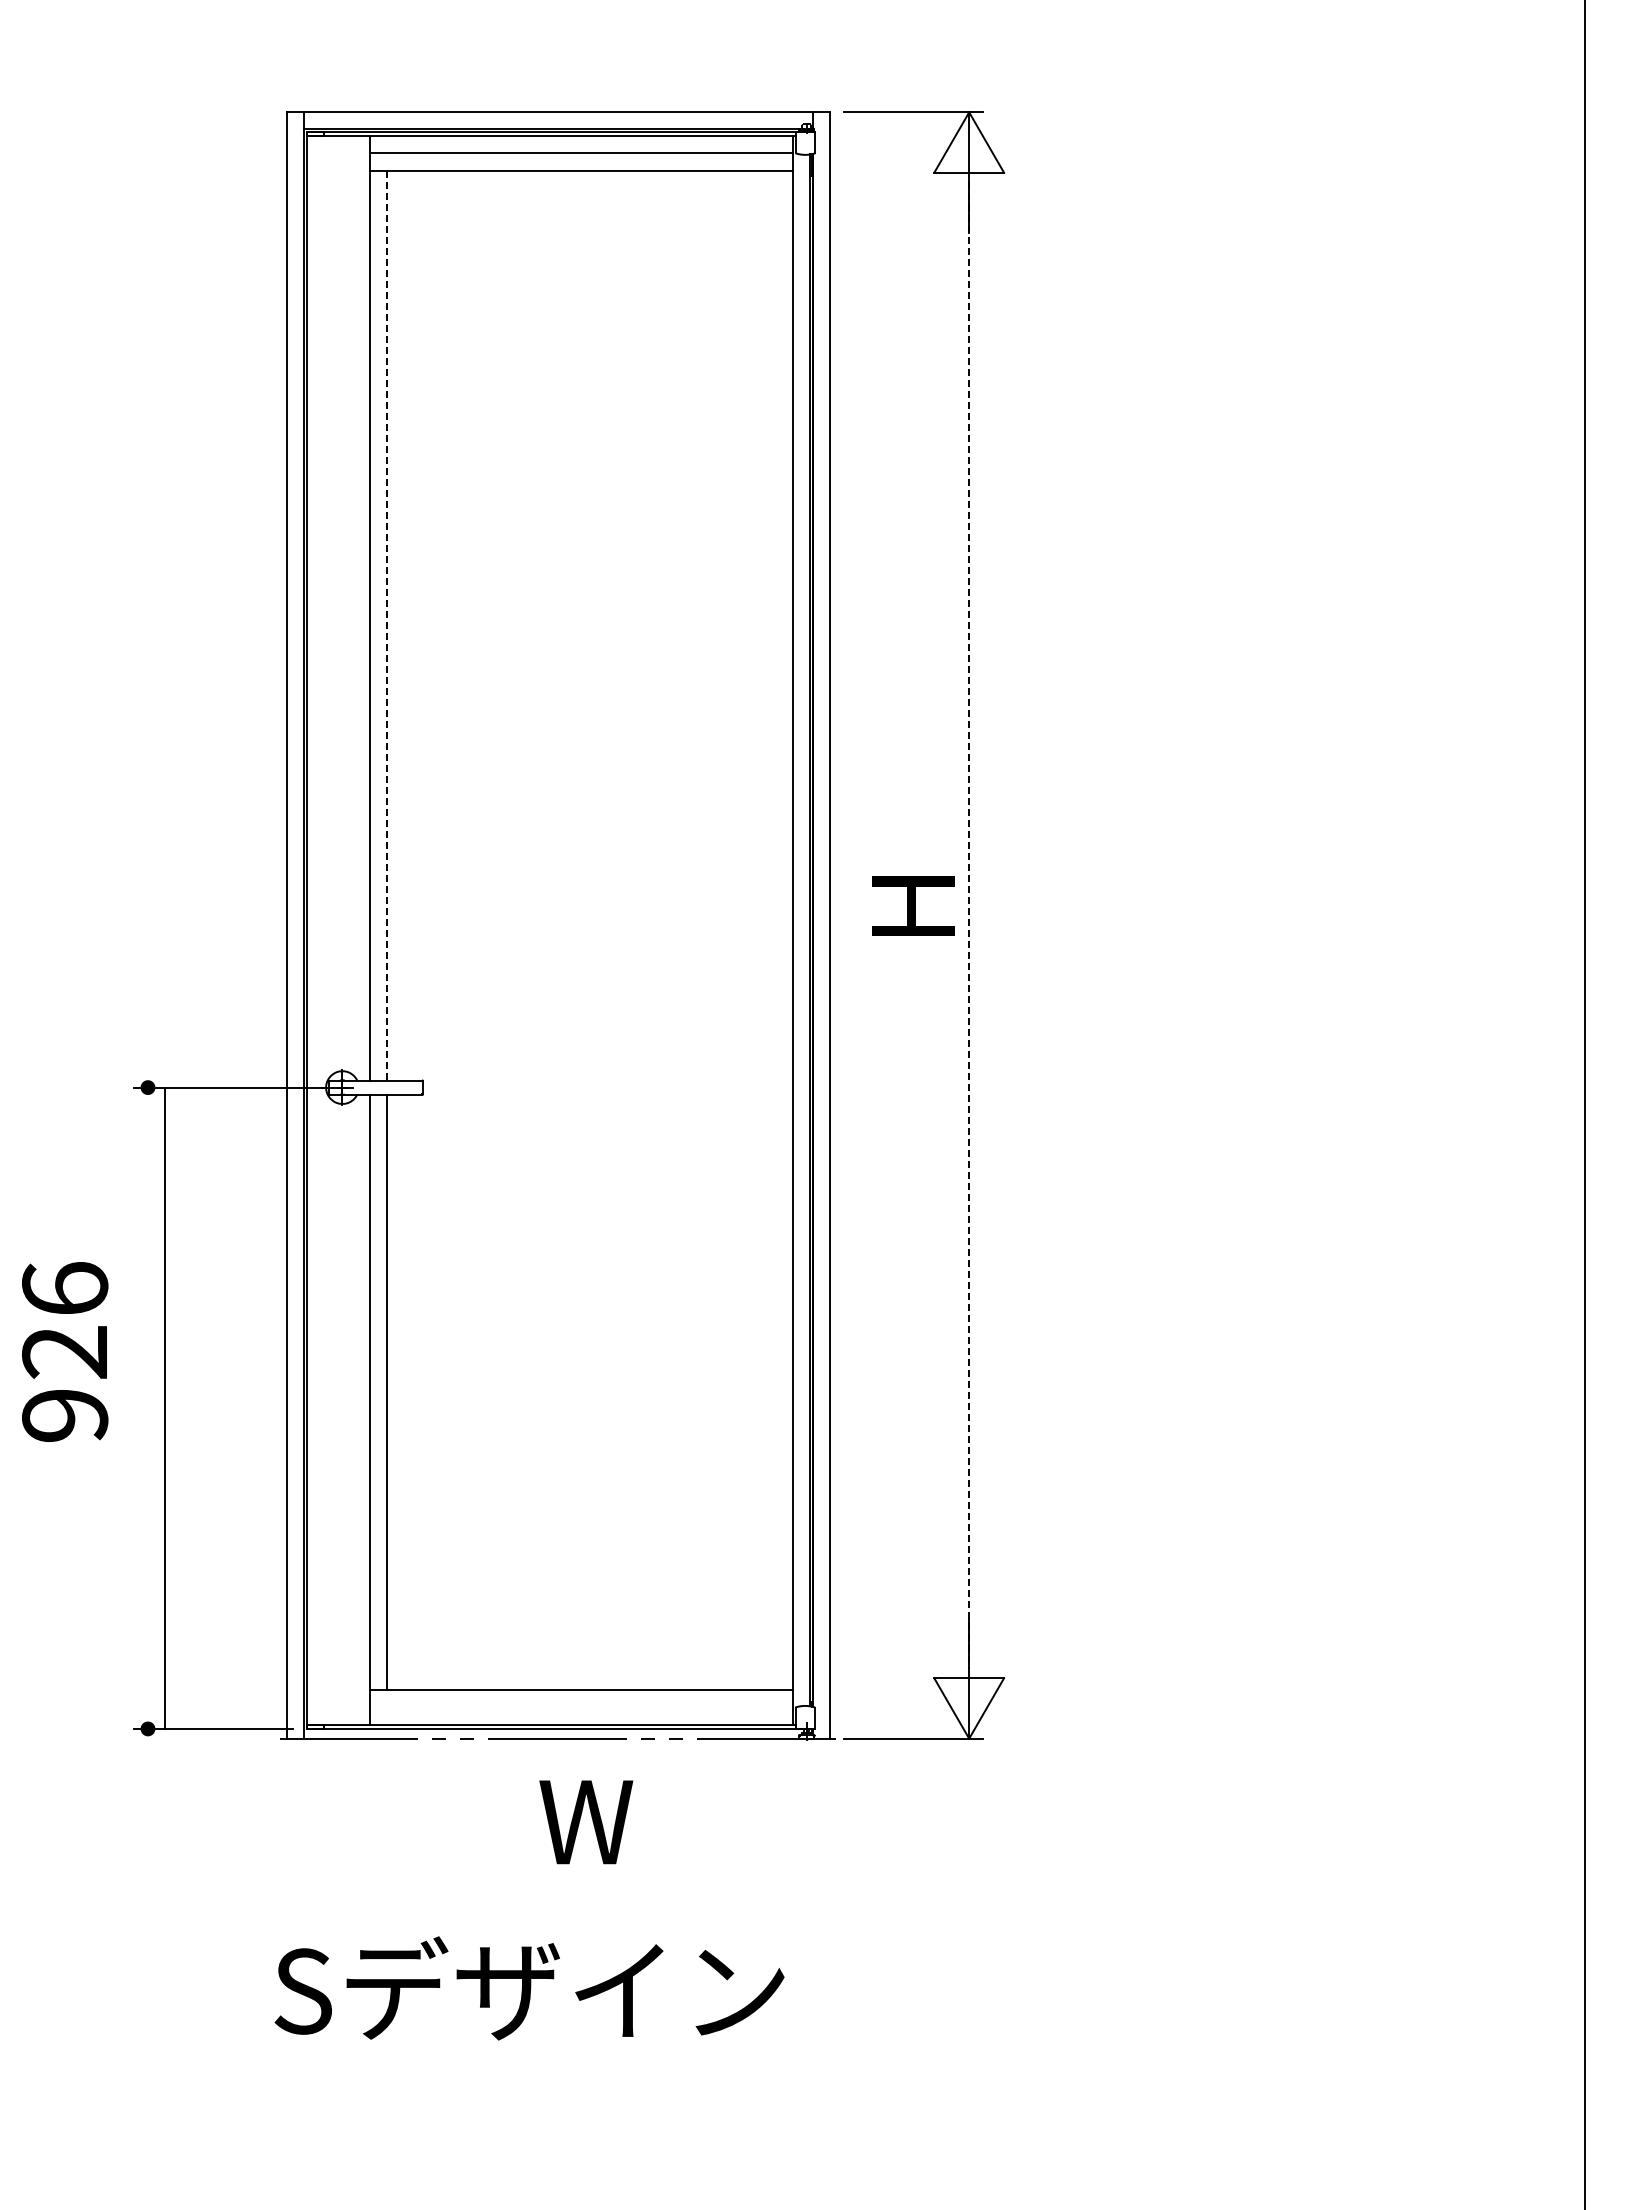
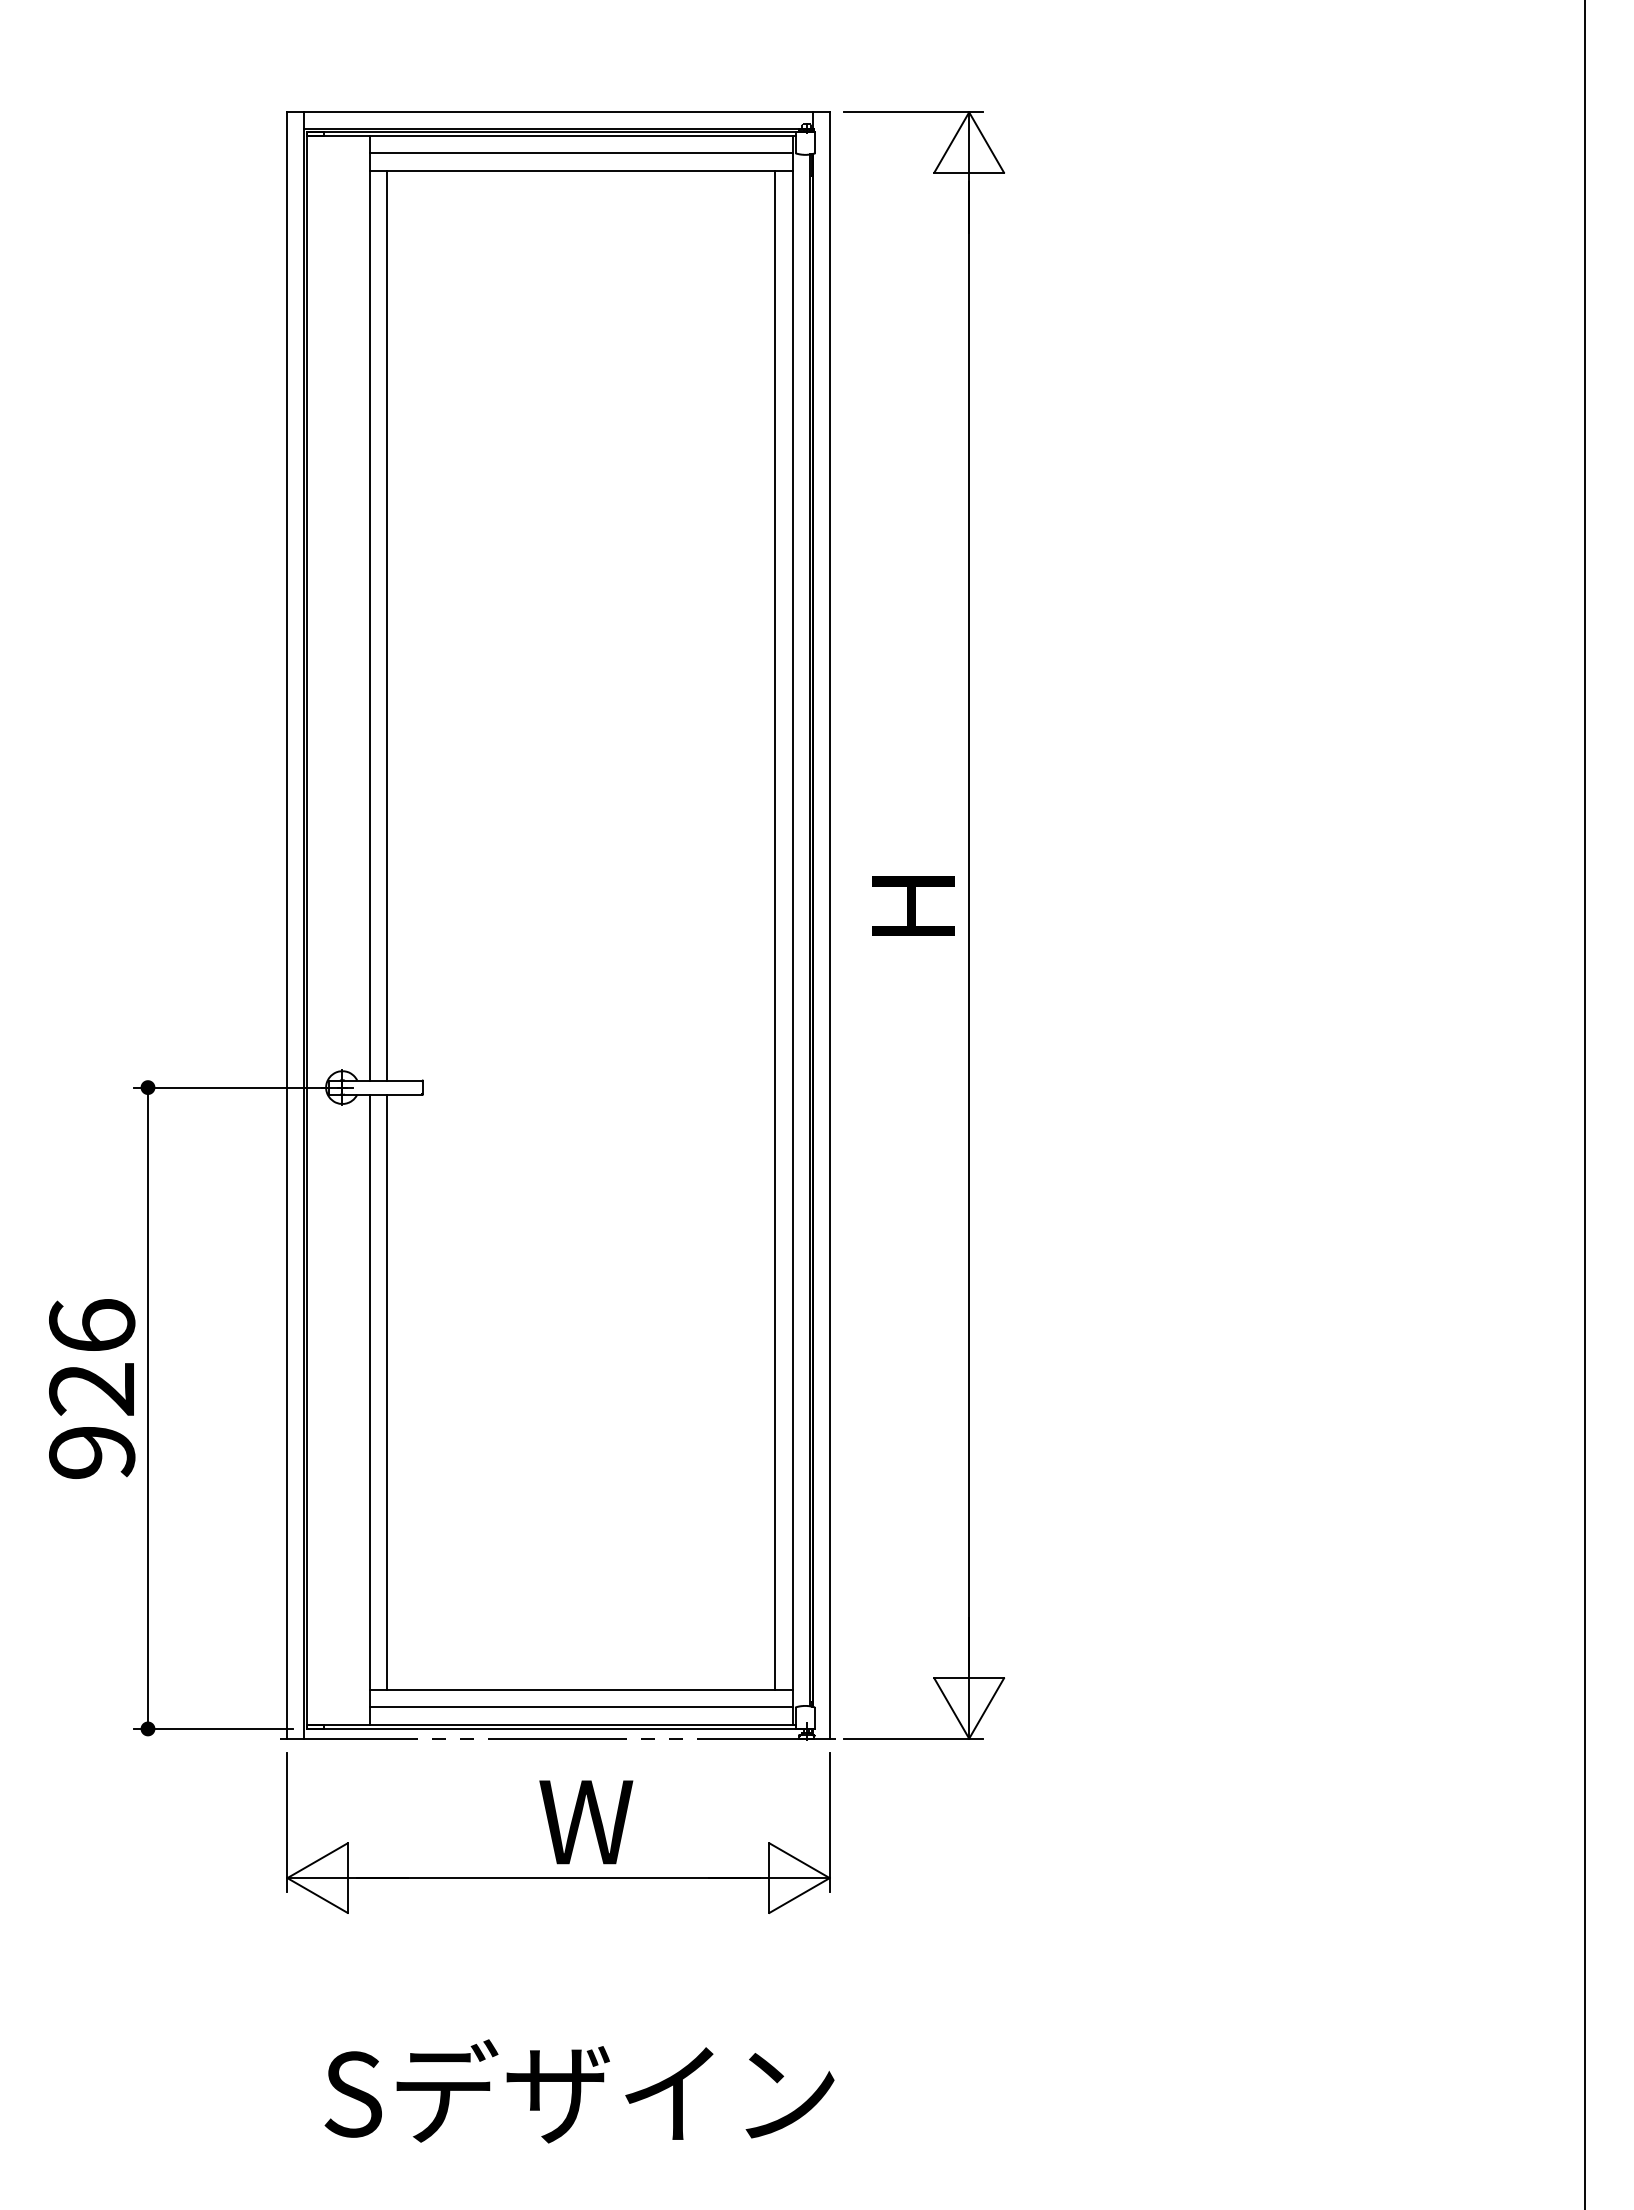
line at (387, 625): dashed -> solid
line at (969, 926): dashed -> solid
line at (775, 929): none -> present
text at (65, 1351) position: (65, 1351) -> (92, 1388)
line at (165, 1407) position: (165, 1407) -> (148, 1407)
line at (580, 1707): none -> present
part at (558, 1877): none -> present
text at (529, 1988) position: (529, 1988) -> (579, 2091)
